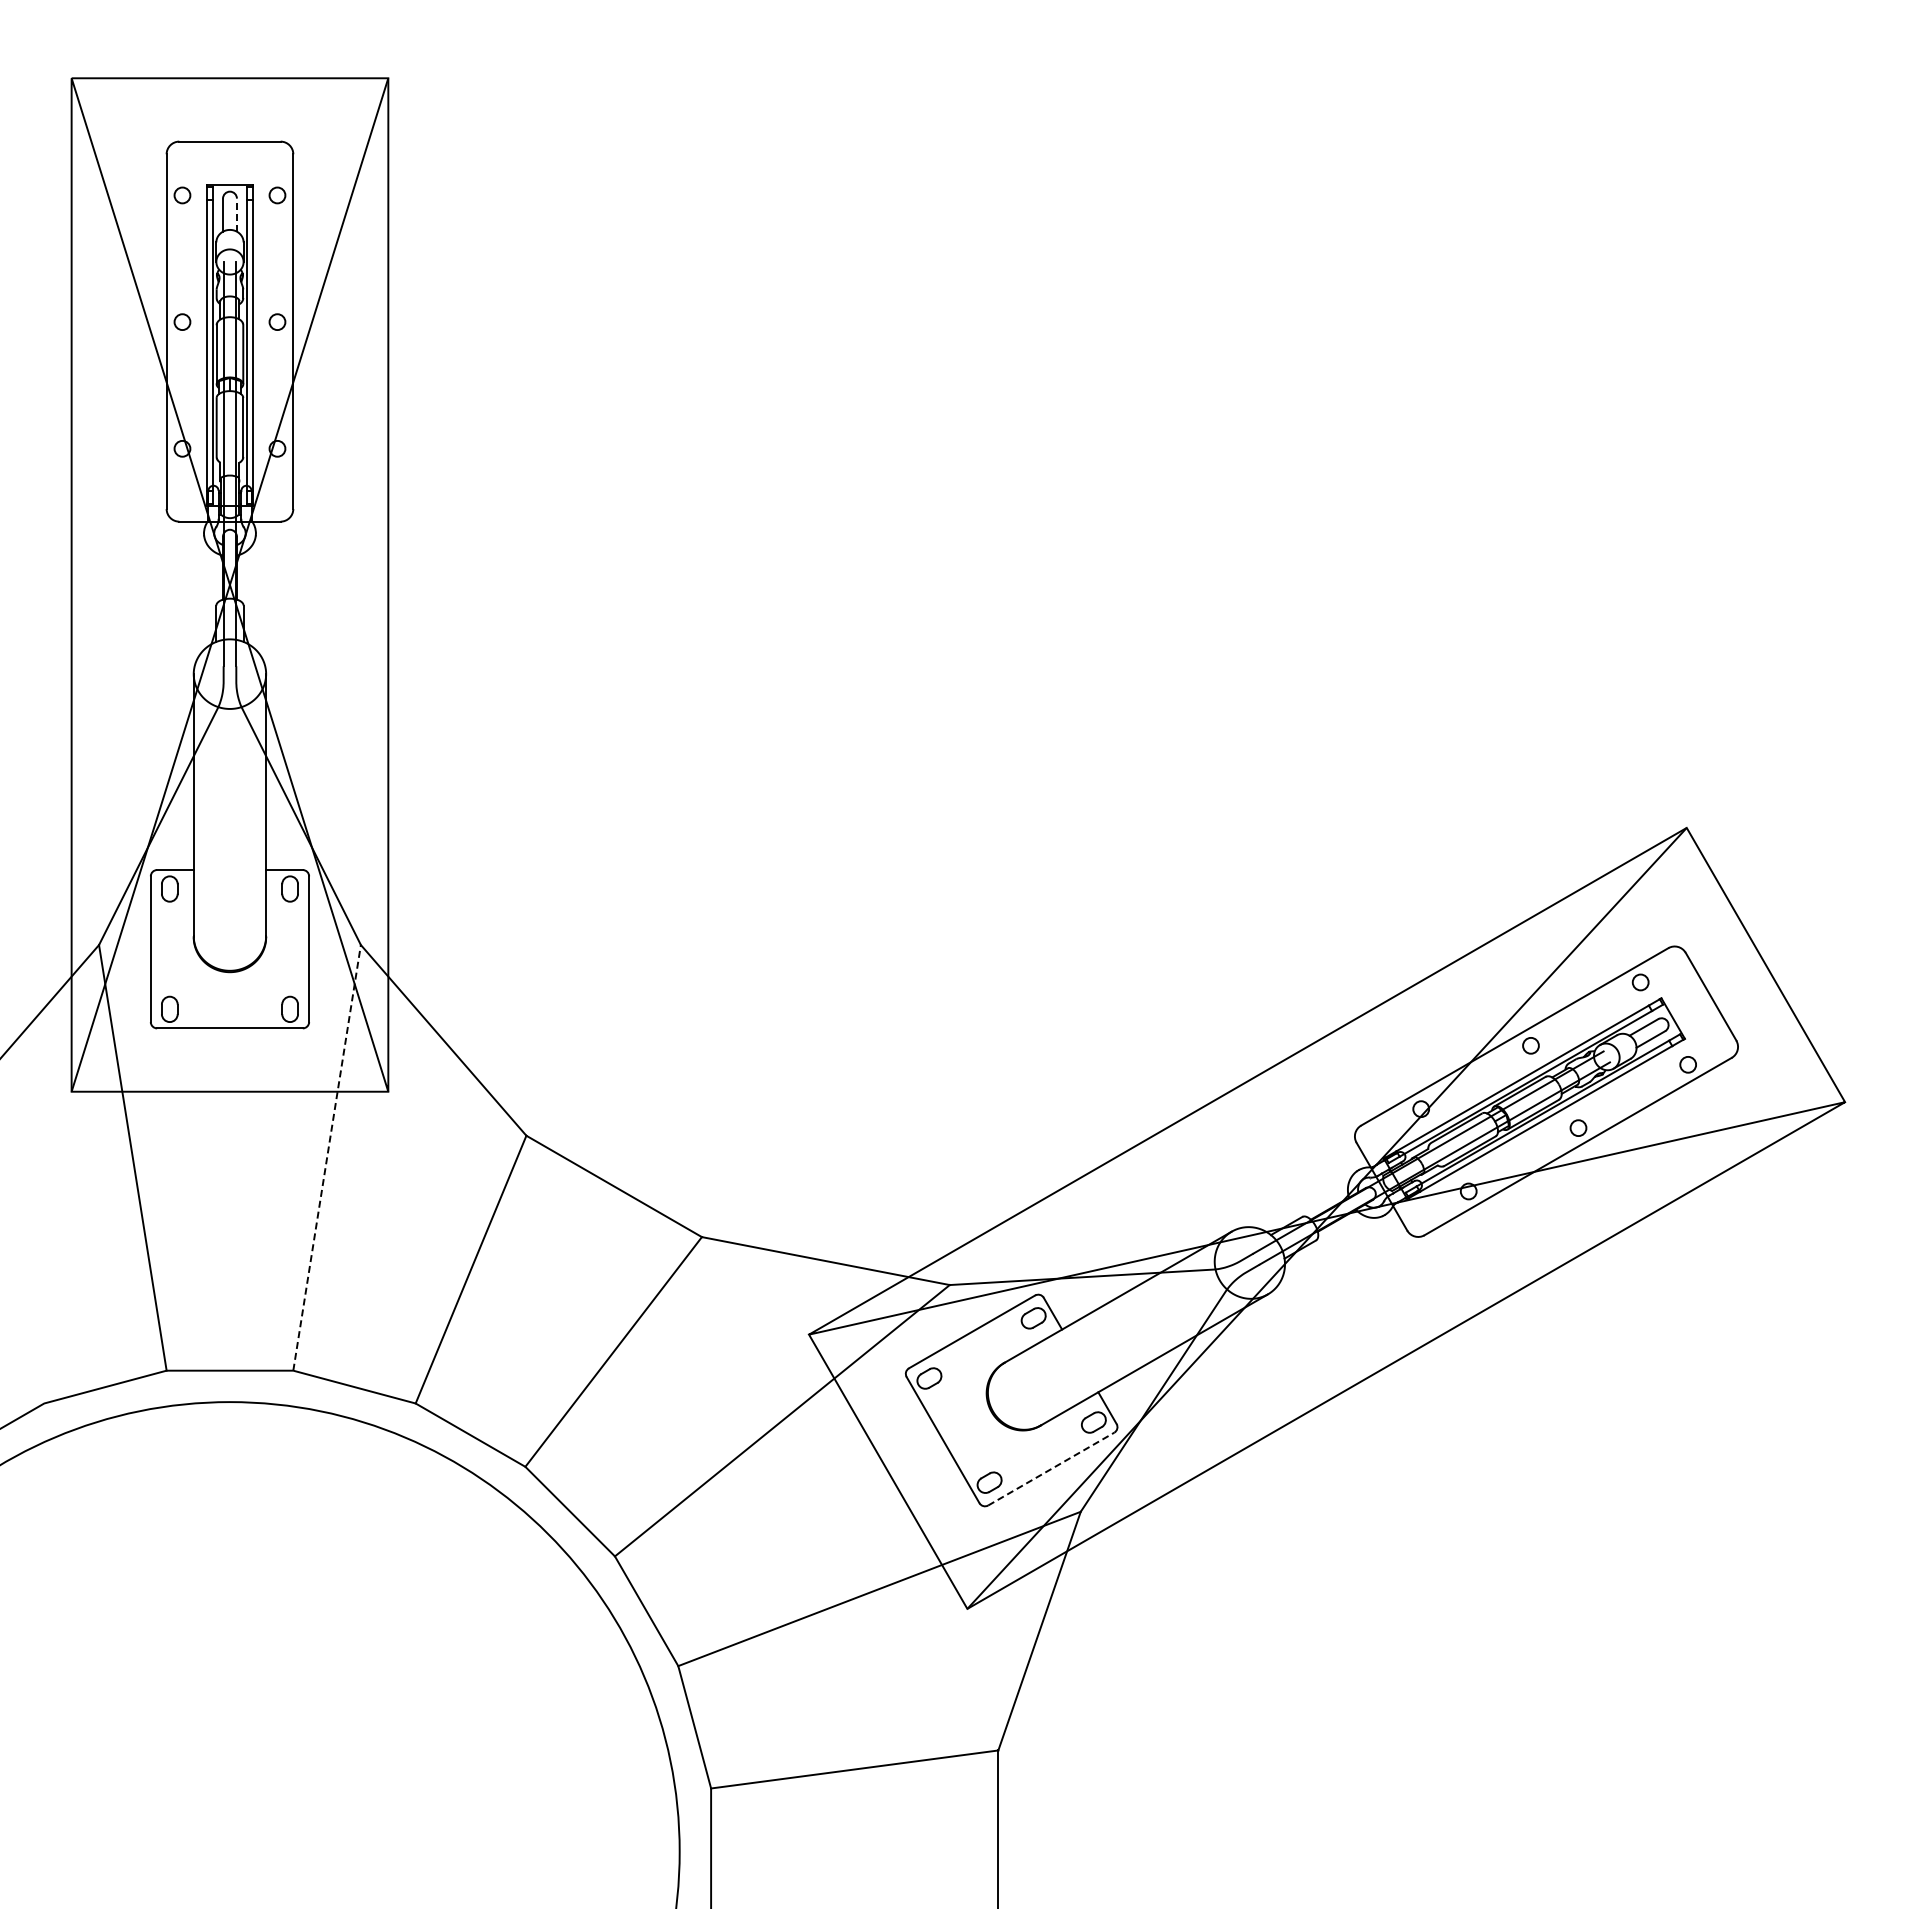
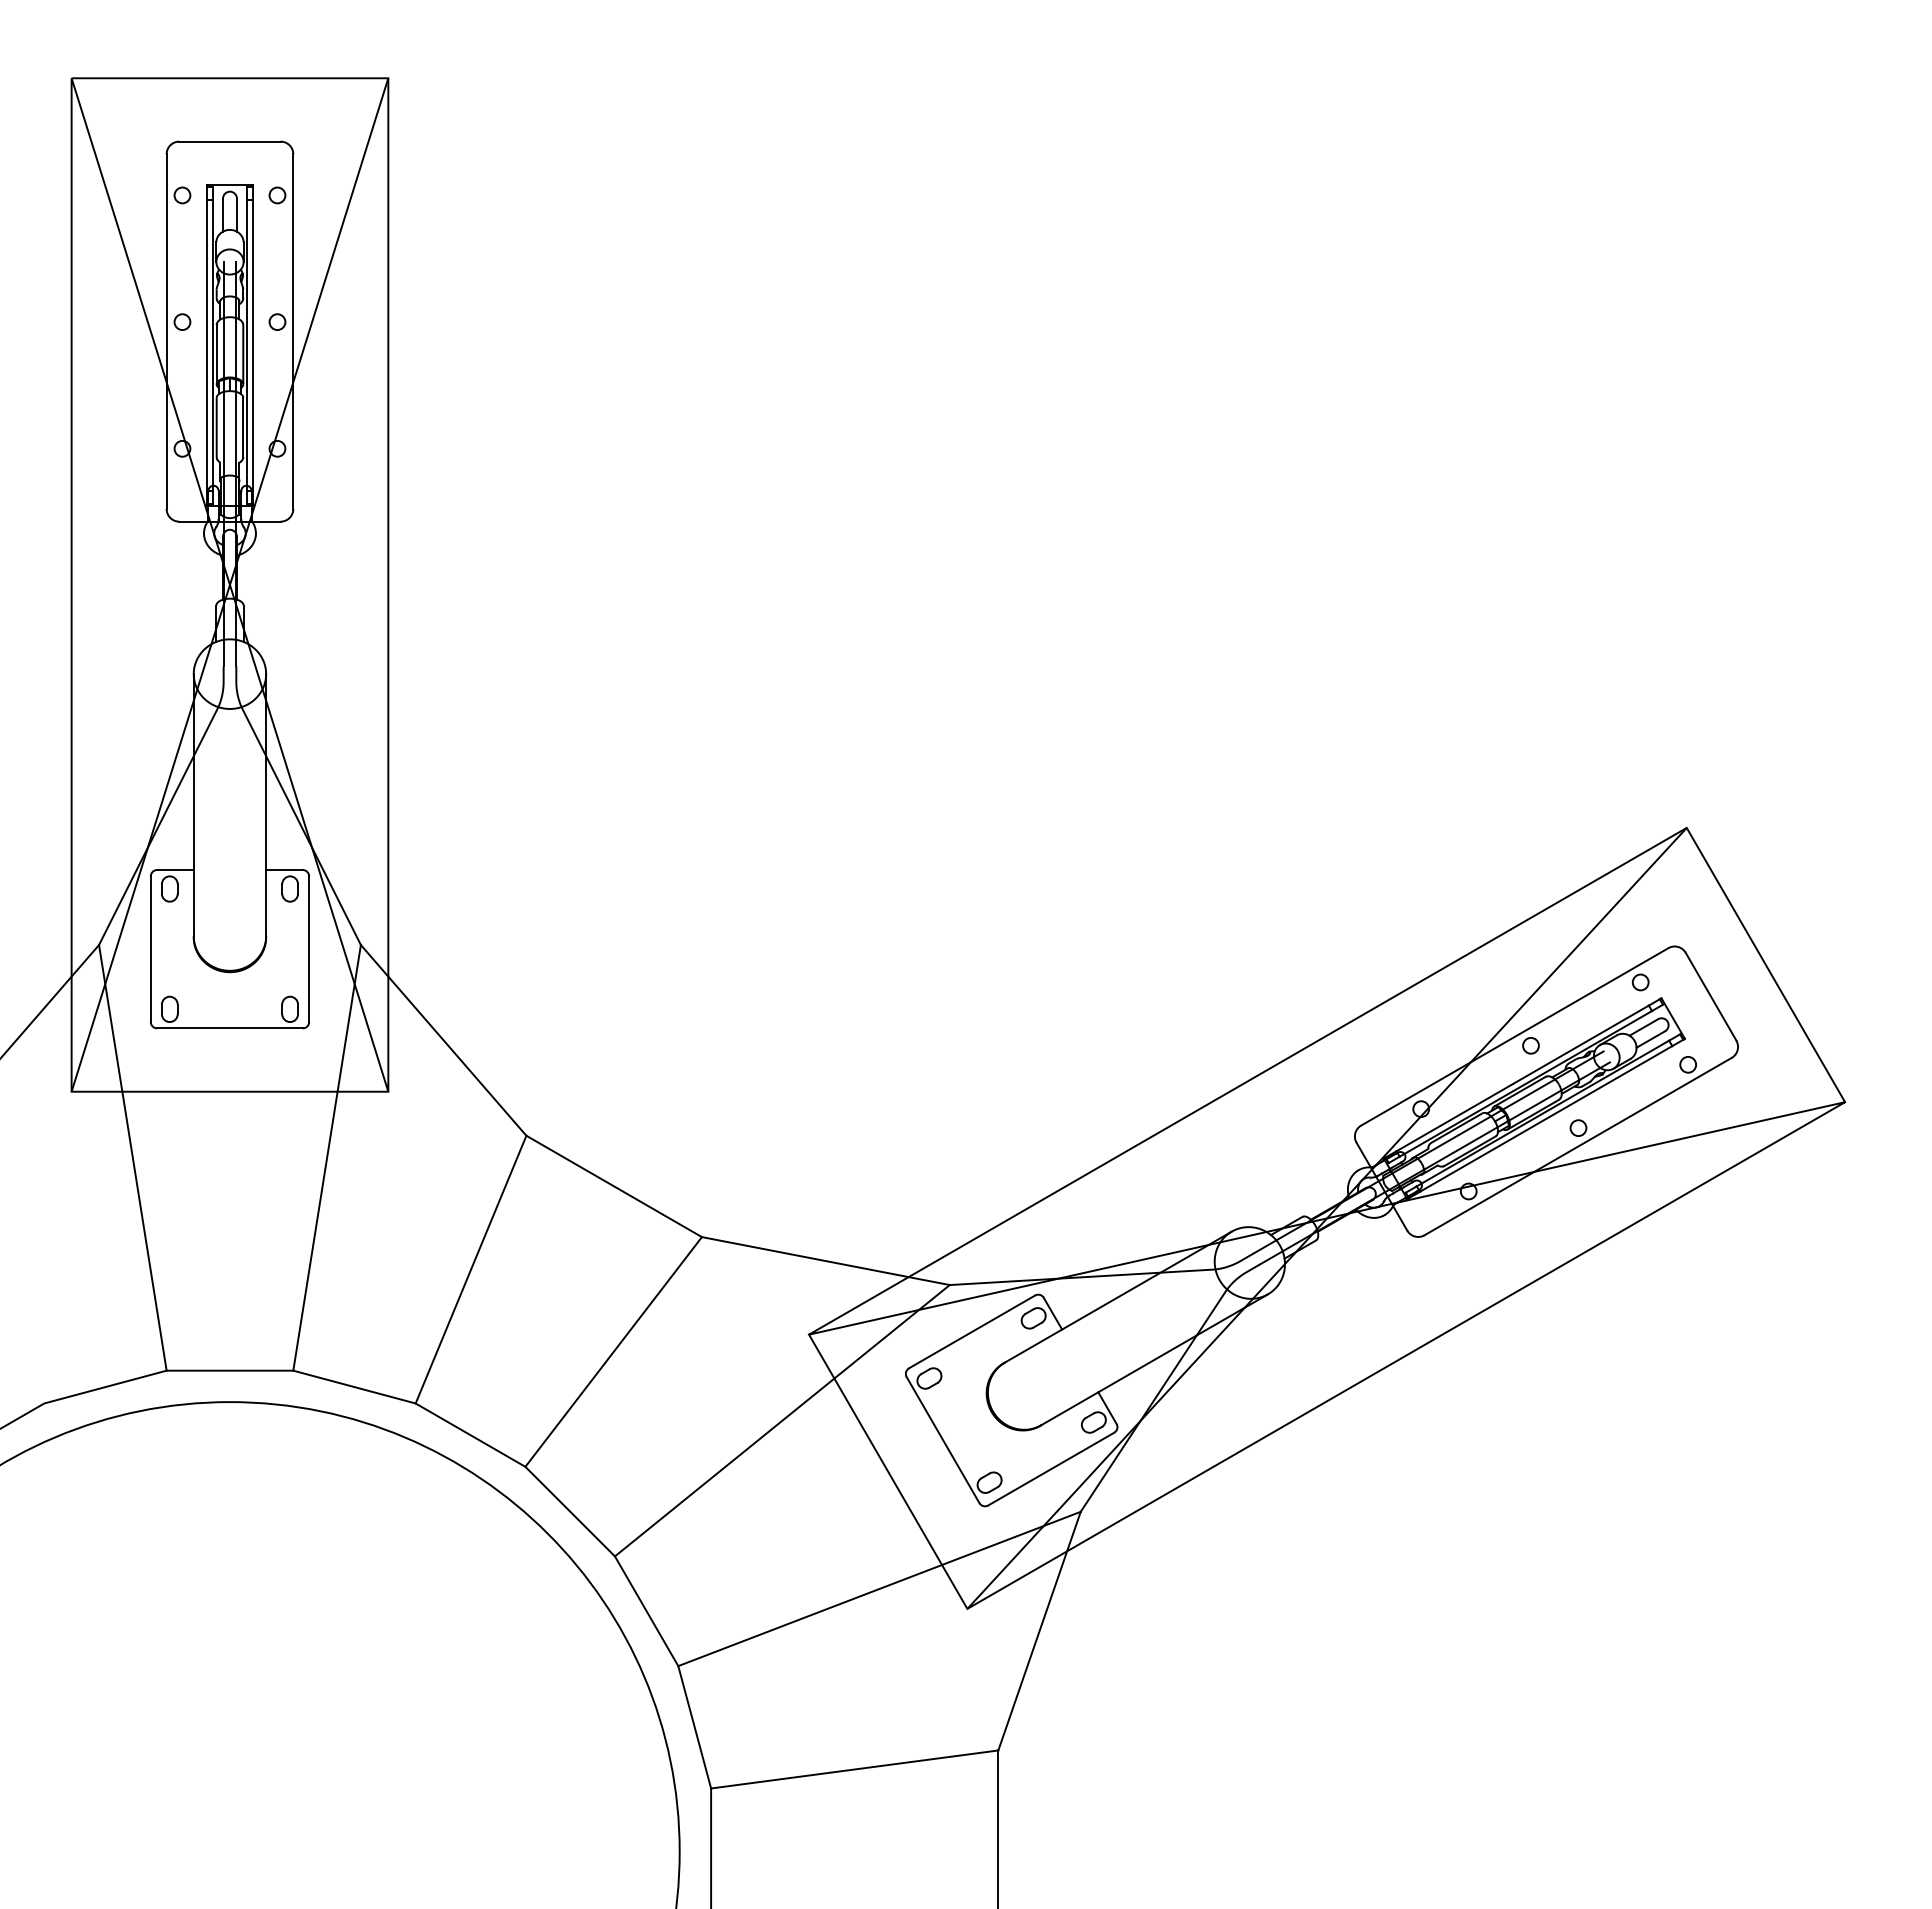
line at (236, 215): dashed -> solid
line at (327, 1157): dashed -> solid
line at (1051, 1469): dashed -> solid
